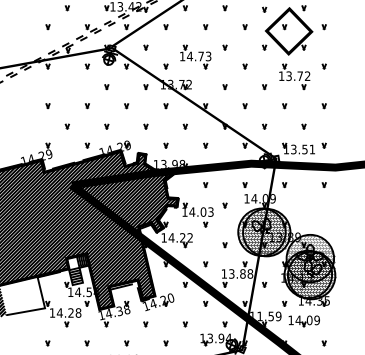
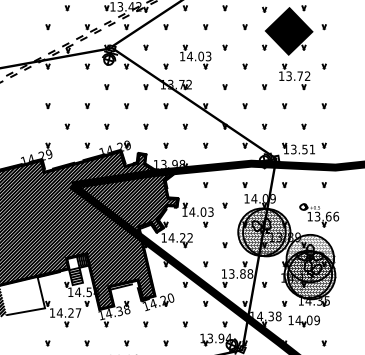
fill at (288, 31): none -> present
text at (201, 56): 14.73 -> 14.03
part at (319, 215): none -> present
text at (78, 312): 14.28 -> 14.27
text at (269, 316): 11.59 -> 14.38
